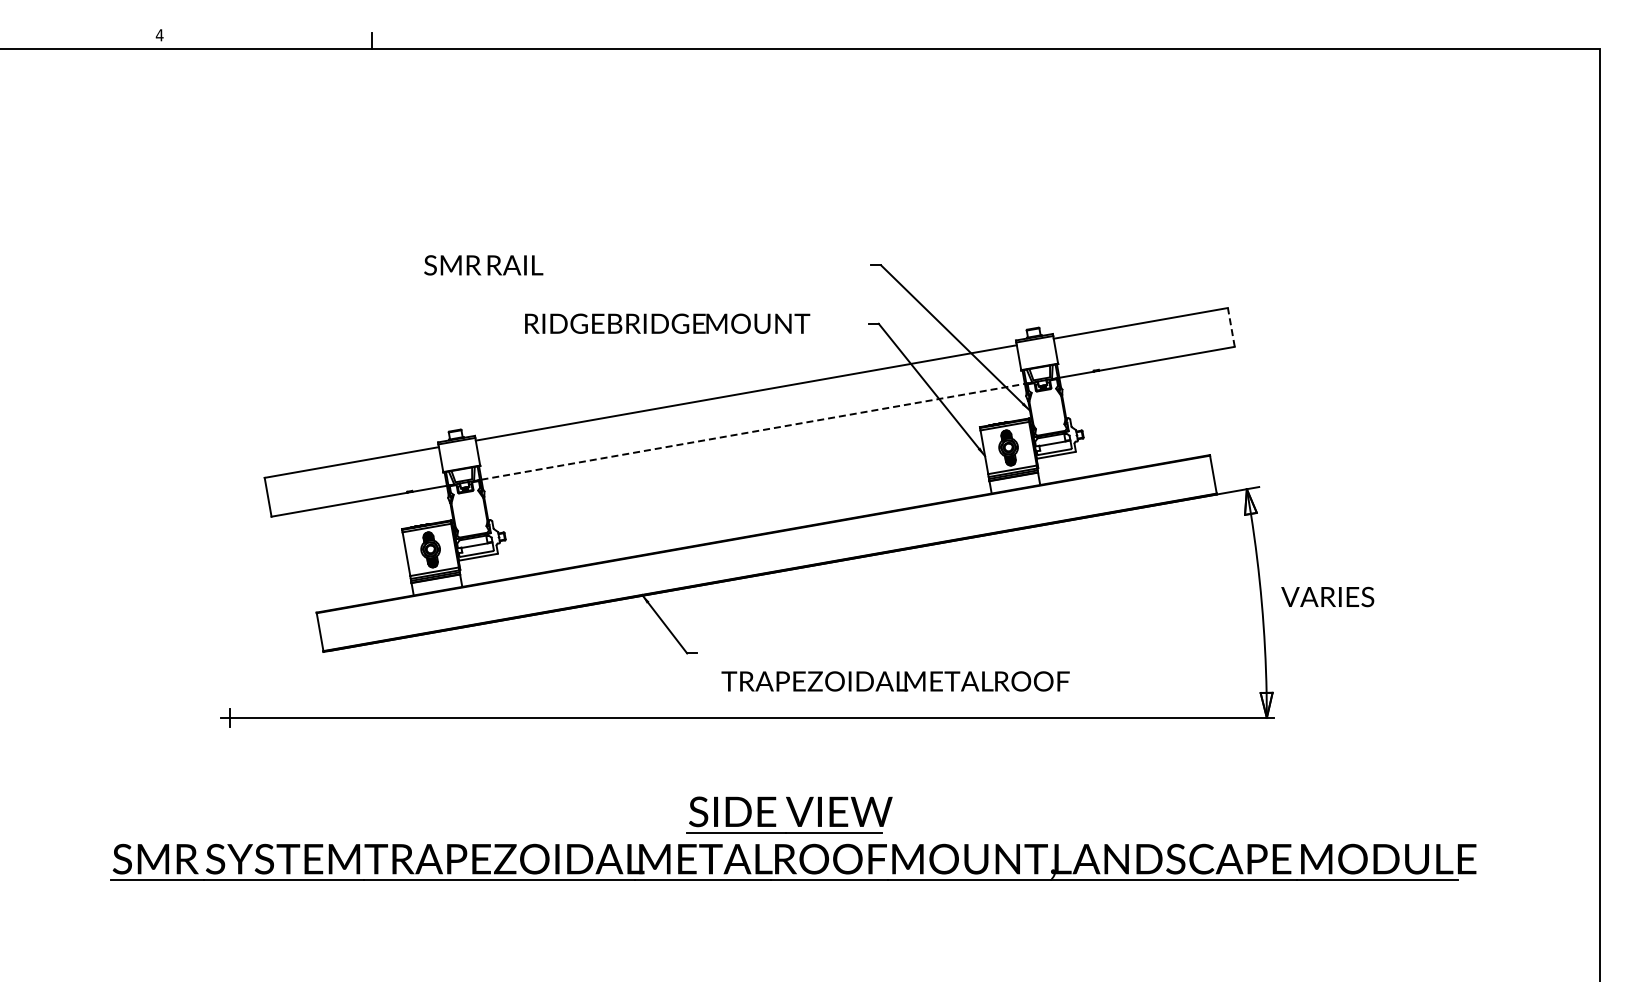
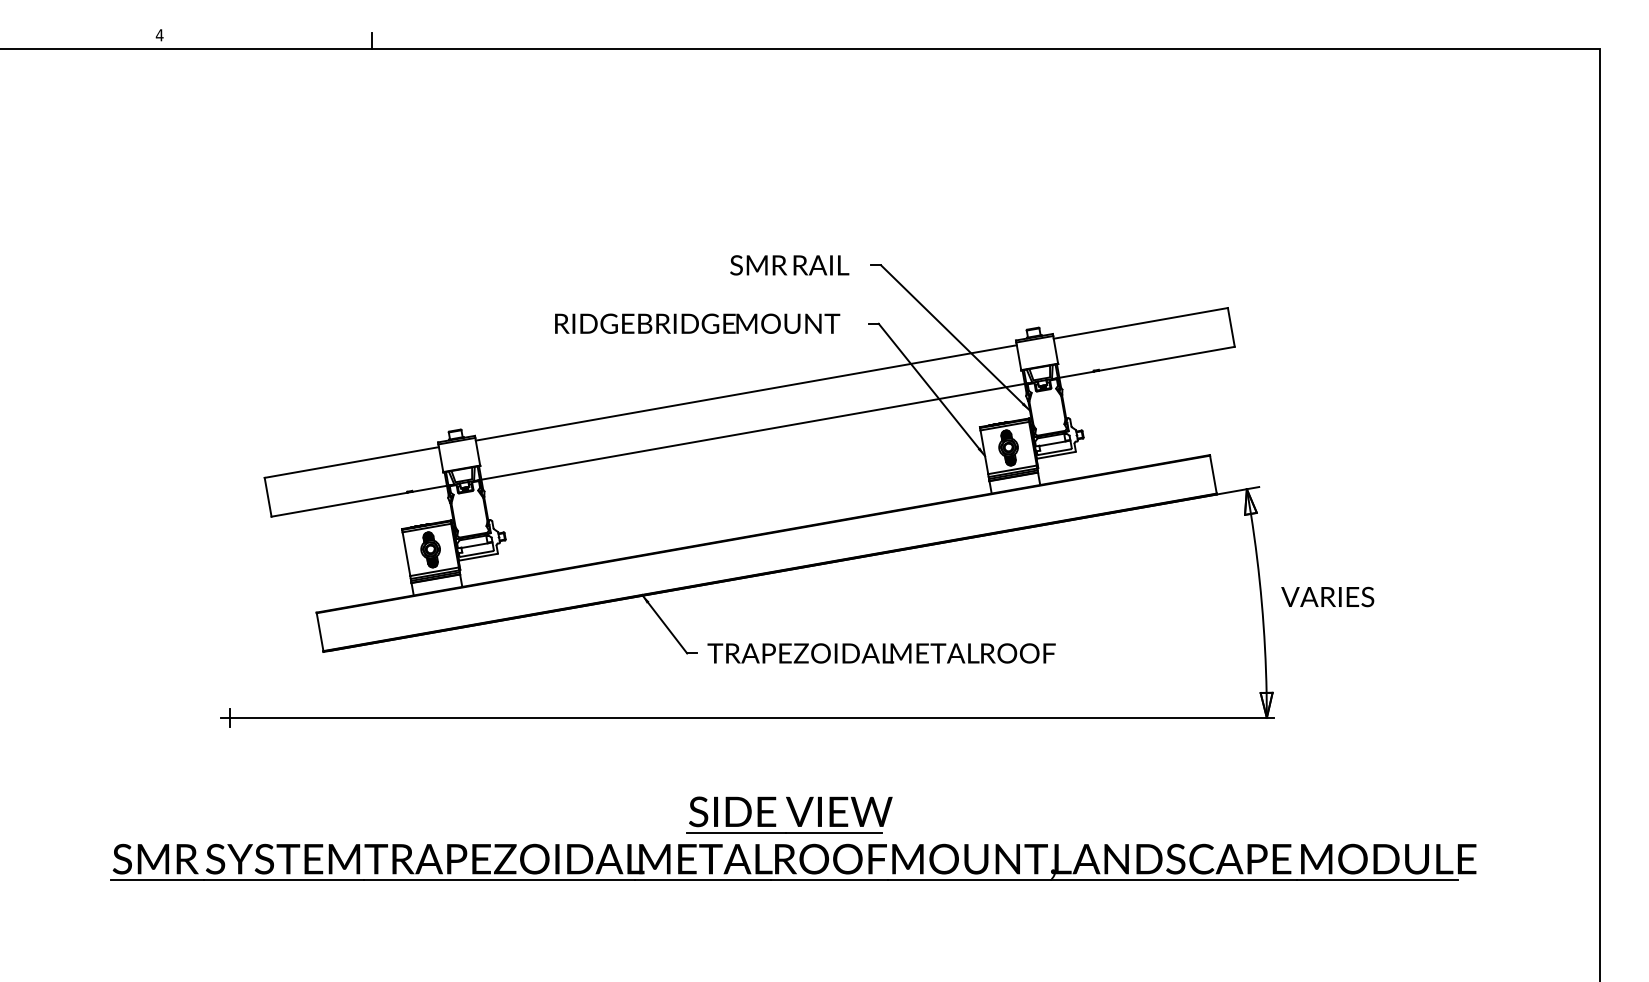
text at (483, 265) position: (483, 265) -> (789, 265)
text at (667, 323) position: (667, 323) -> (697, 323)
line at (1231, 327): dashed -> solid
line at (753, 431): dashed -> solid
text at (895, 681) position: (895, 681) -> (881, 653)
